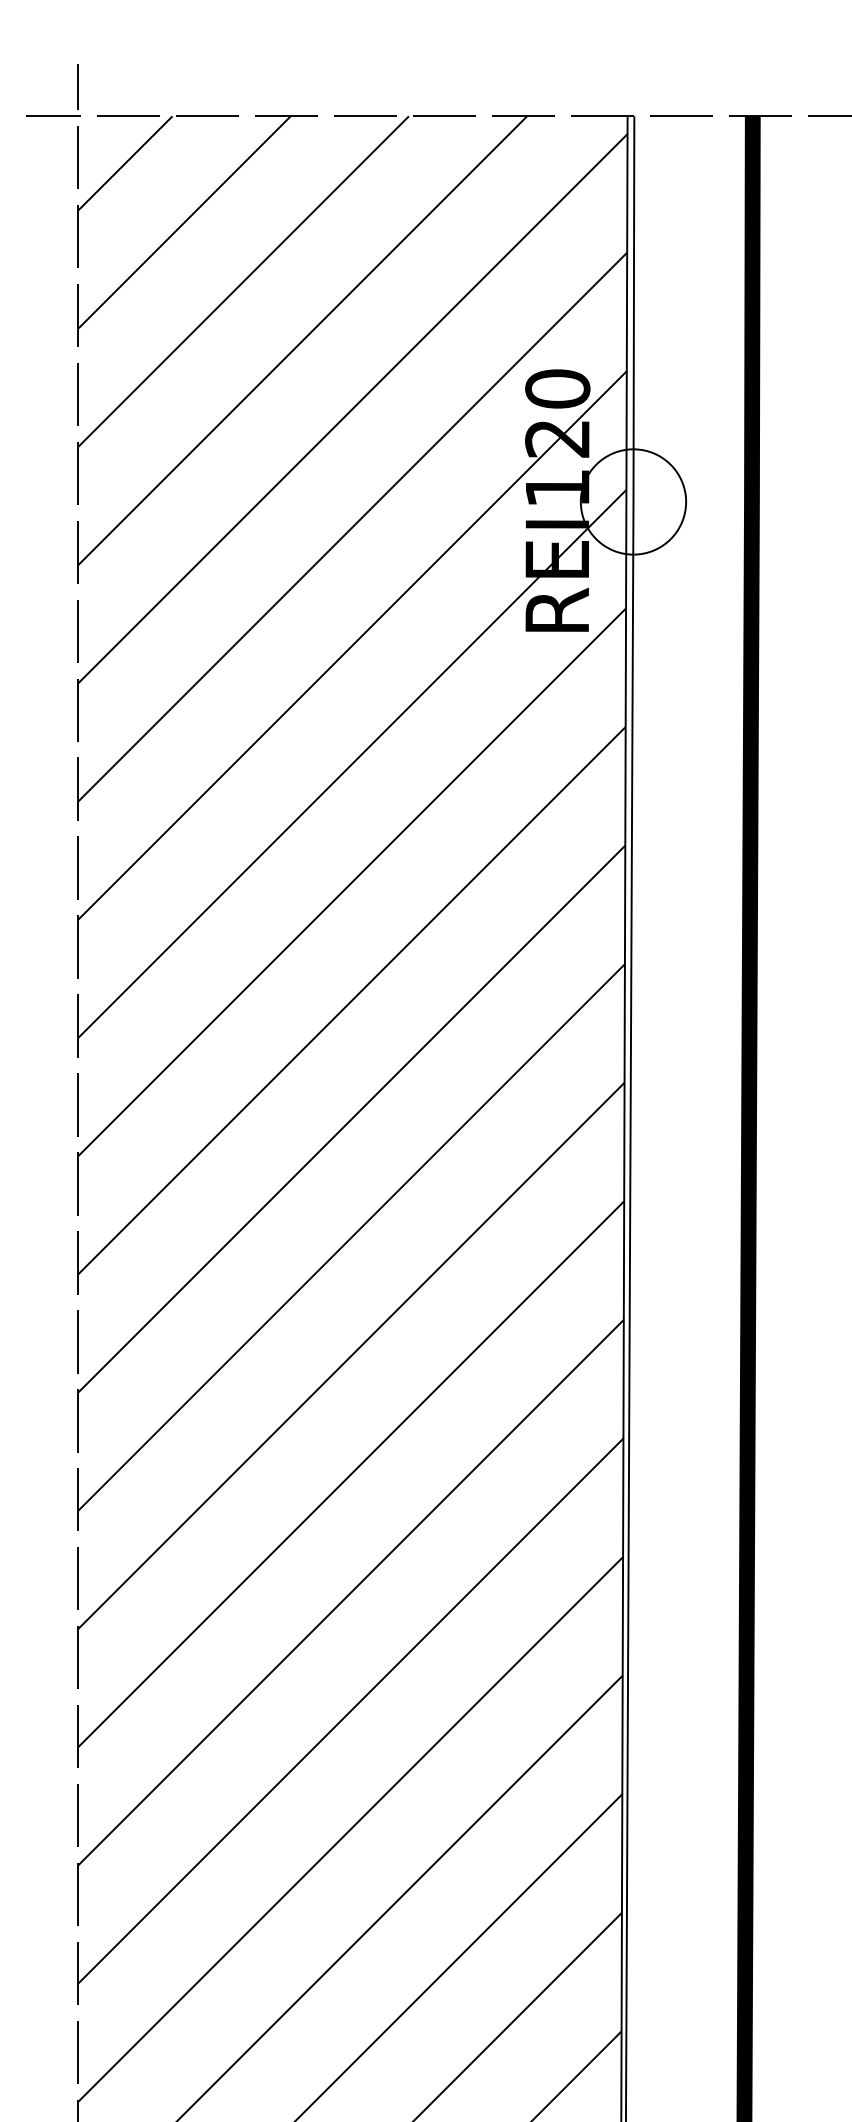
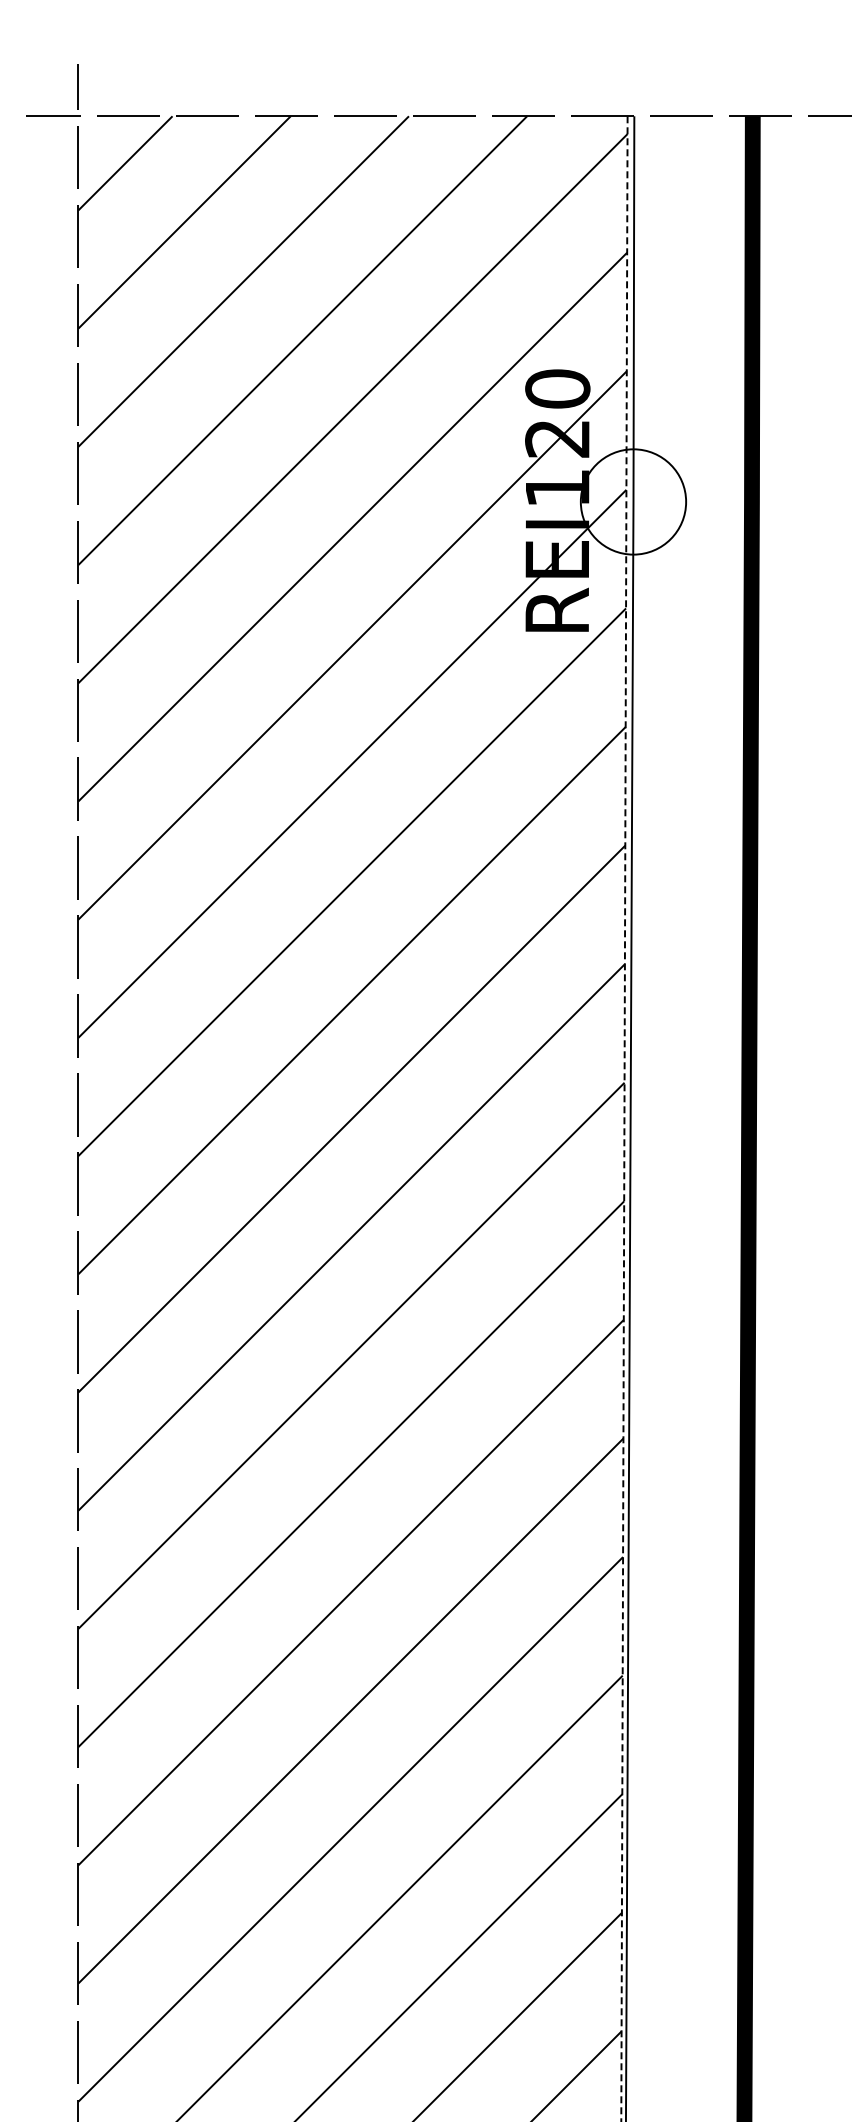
line at (624, 1119): solid -> dashed
